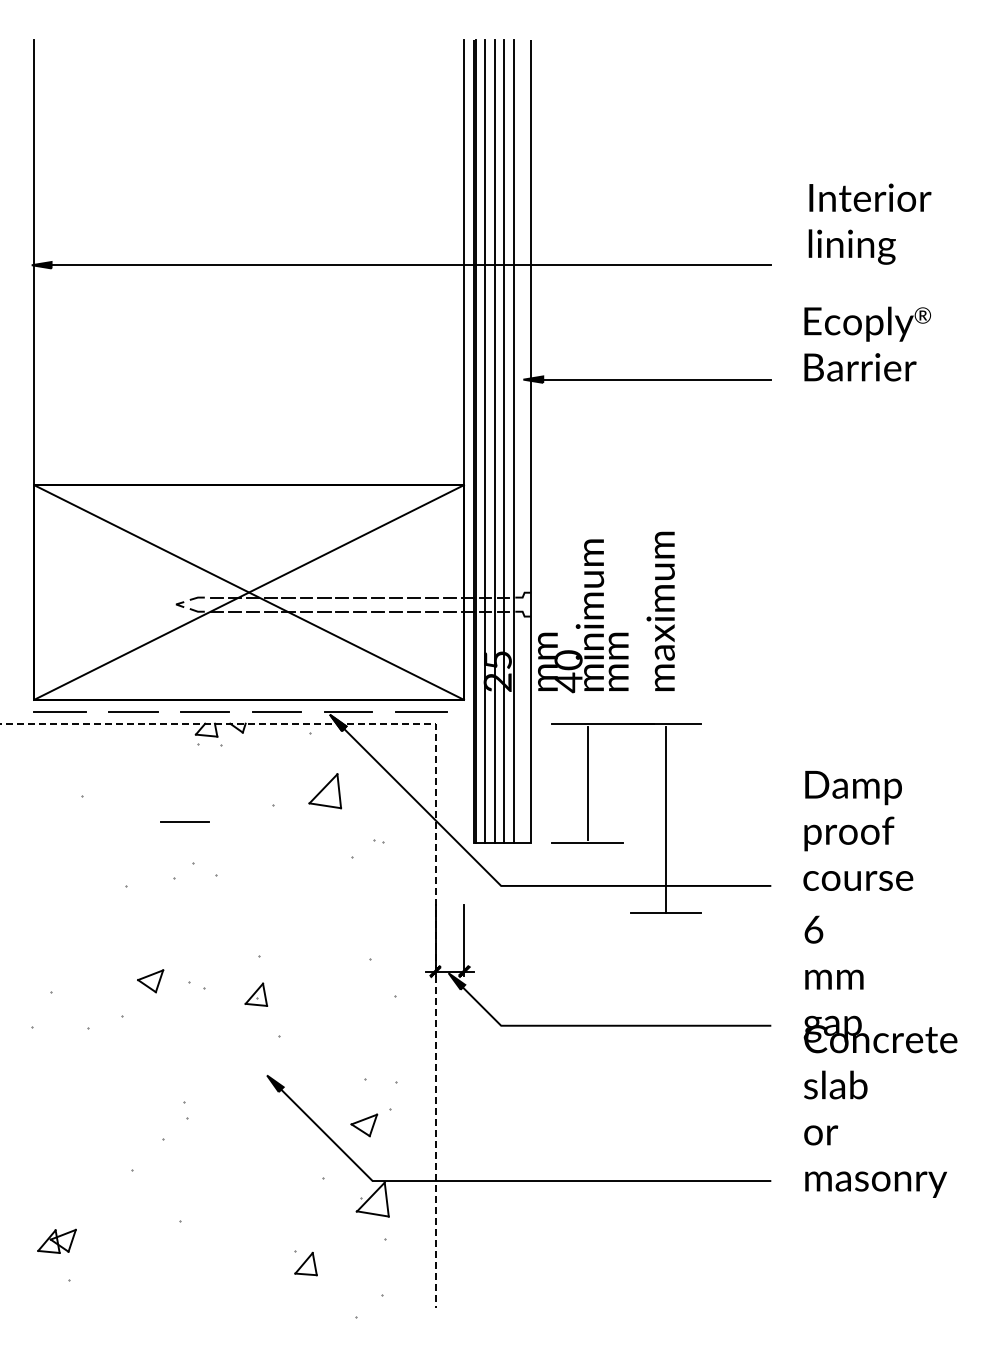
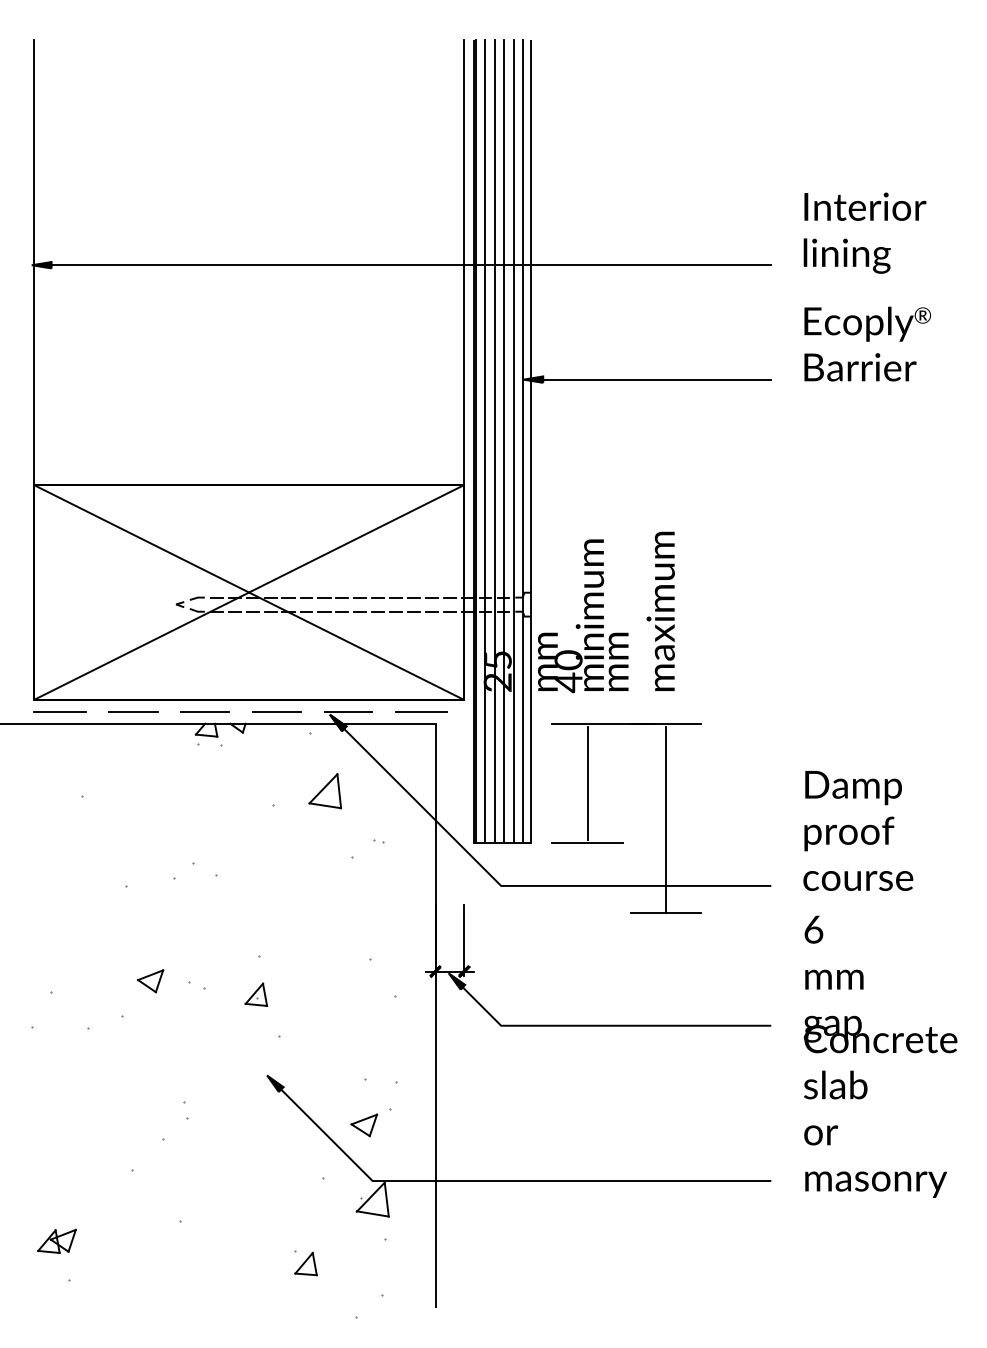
text at (869, 223) position: (869, 223) -> (864, 232)
line at (523, 441): none -> present
line at (435, 797): dashed -> solid
line at (184, 821): present -> none
